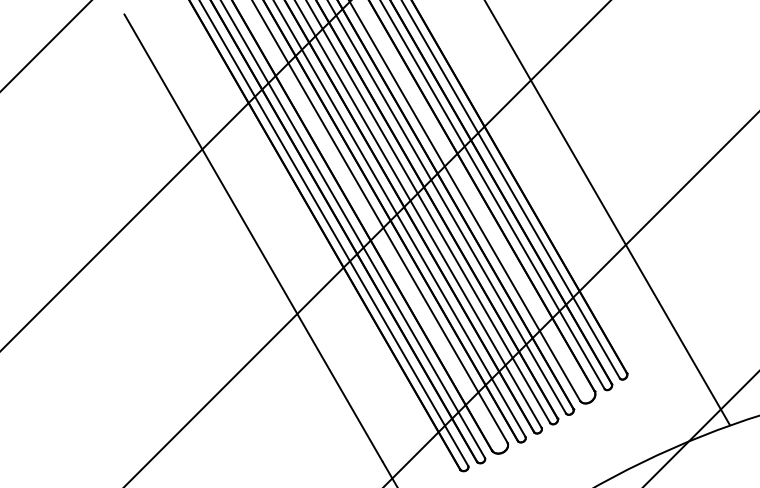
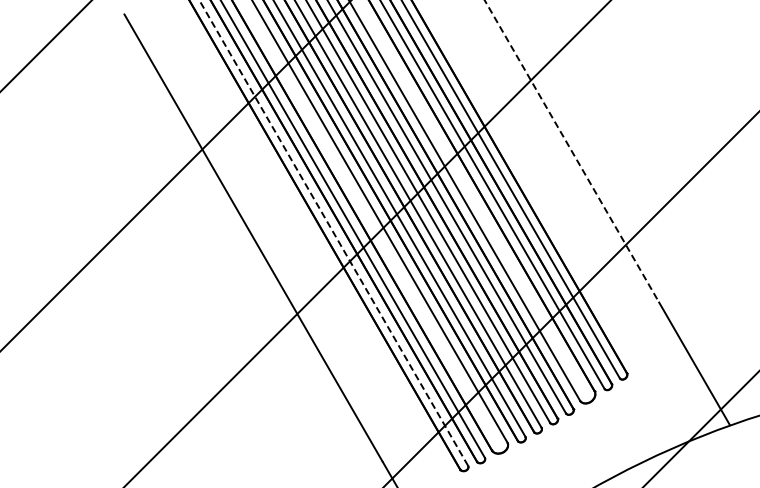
line at (571, 151): solid -> dashed
line at (333, 232): solid -> dashed
